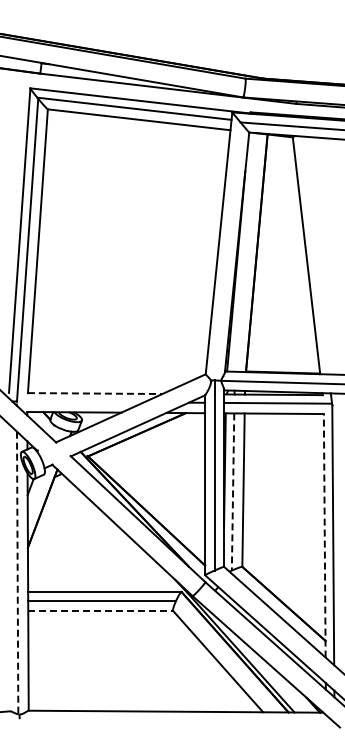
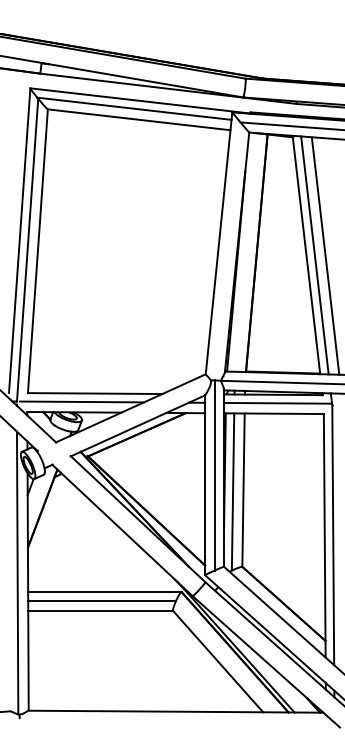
line at (314, 255): none -> present
line at (325, 255): none -> present
line at (95, 393): dashed -> solid
line at (81, 401): none -> present
line at (233, 492): dashed -> solid
line at (324, 535): dashed -> solid
line at (17, 573): dashed -> solid
line at (101, 610): dashed -> solid
